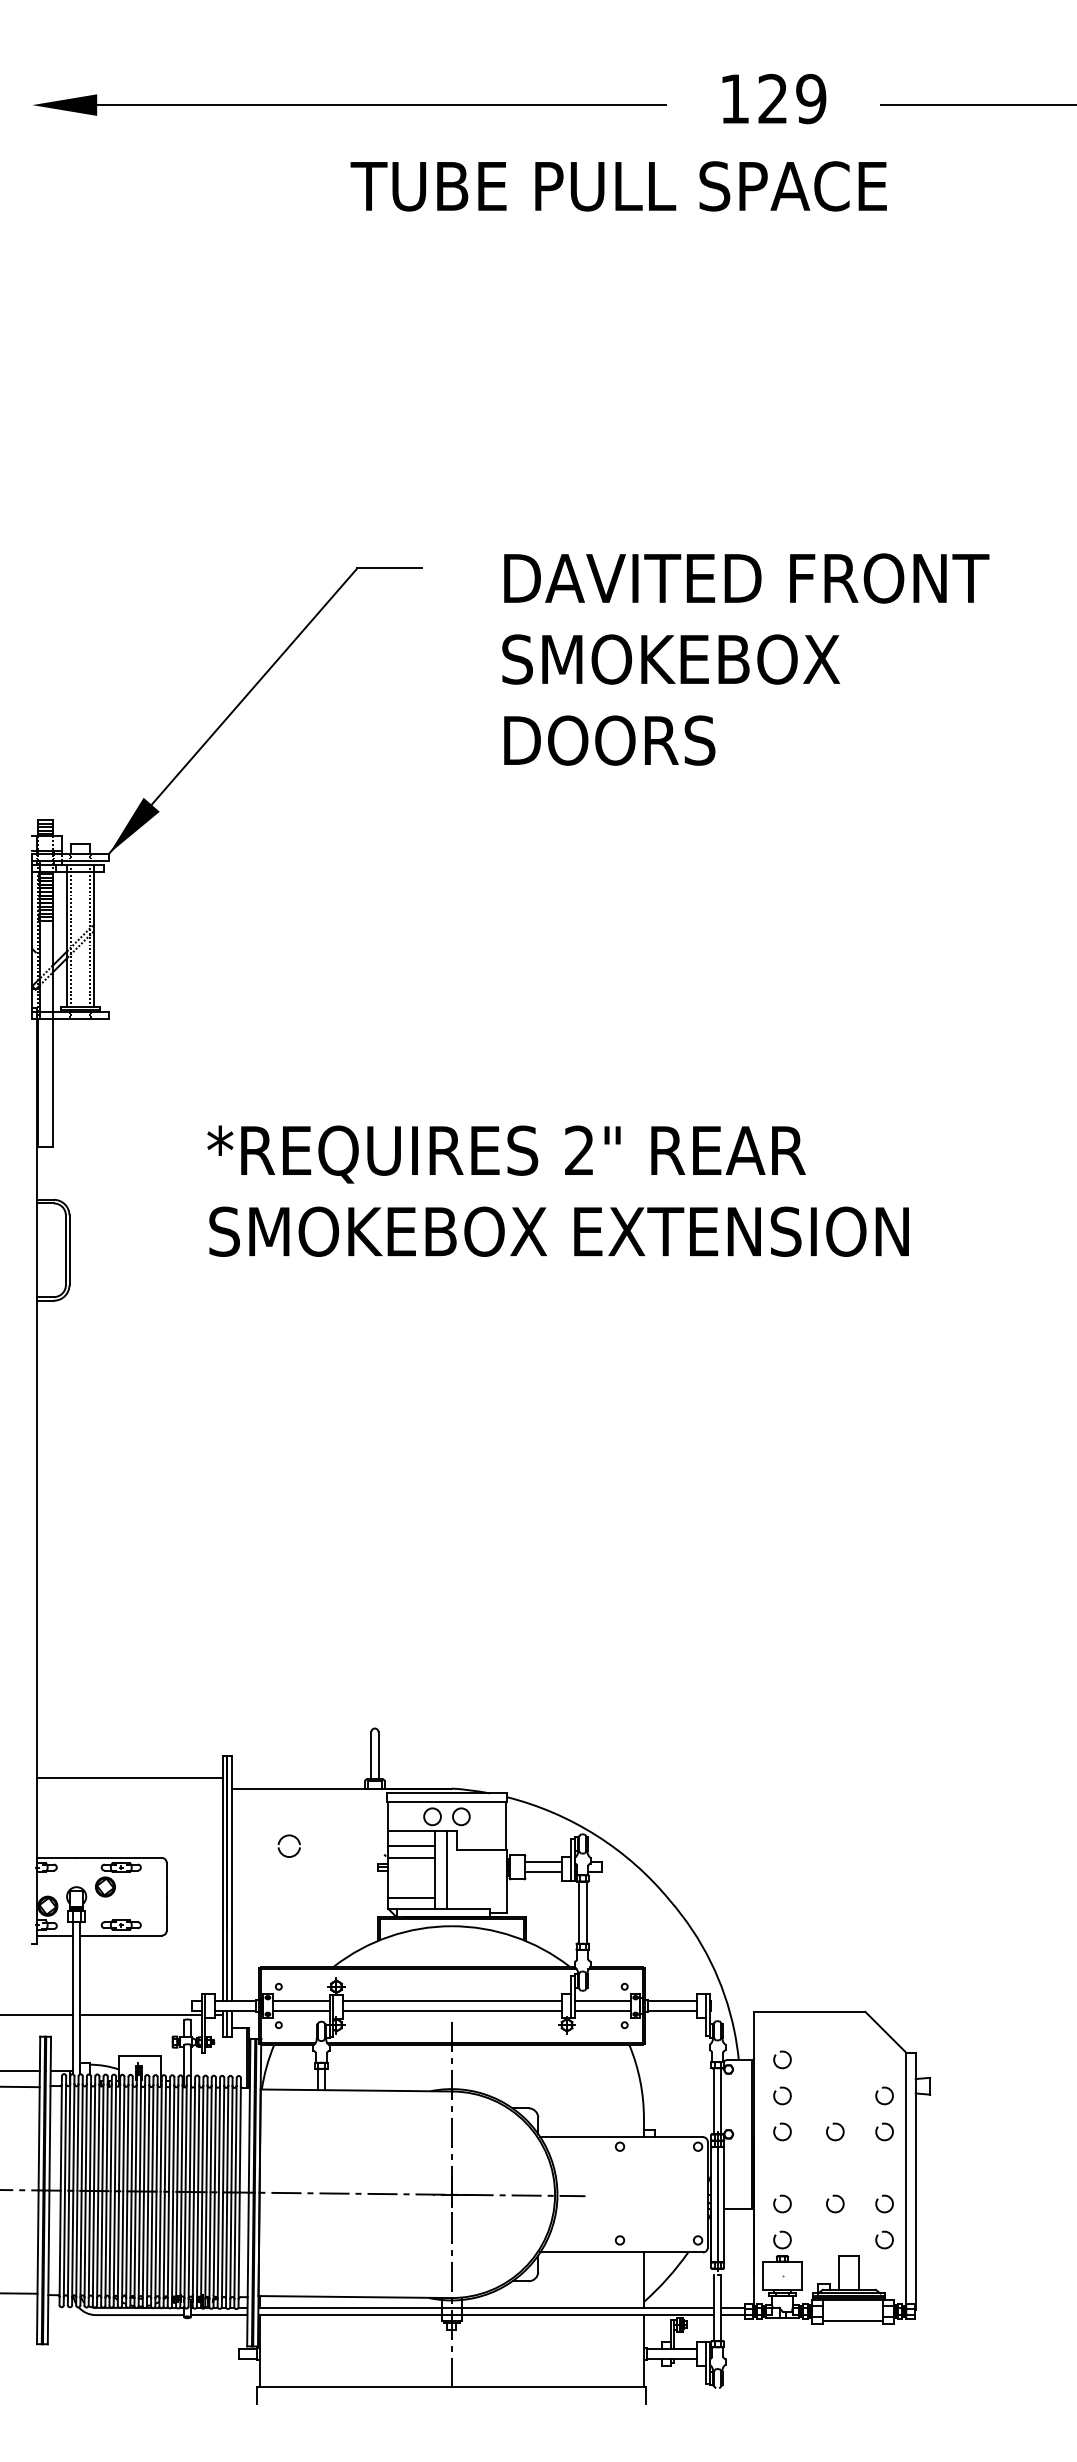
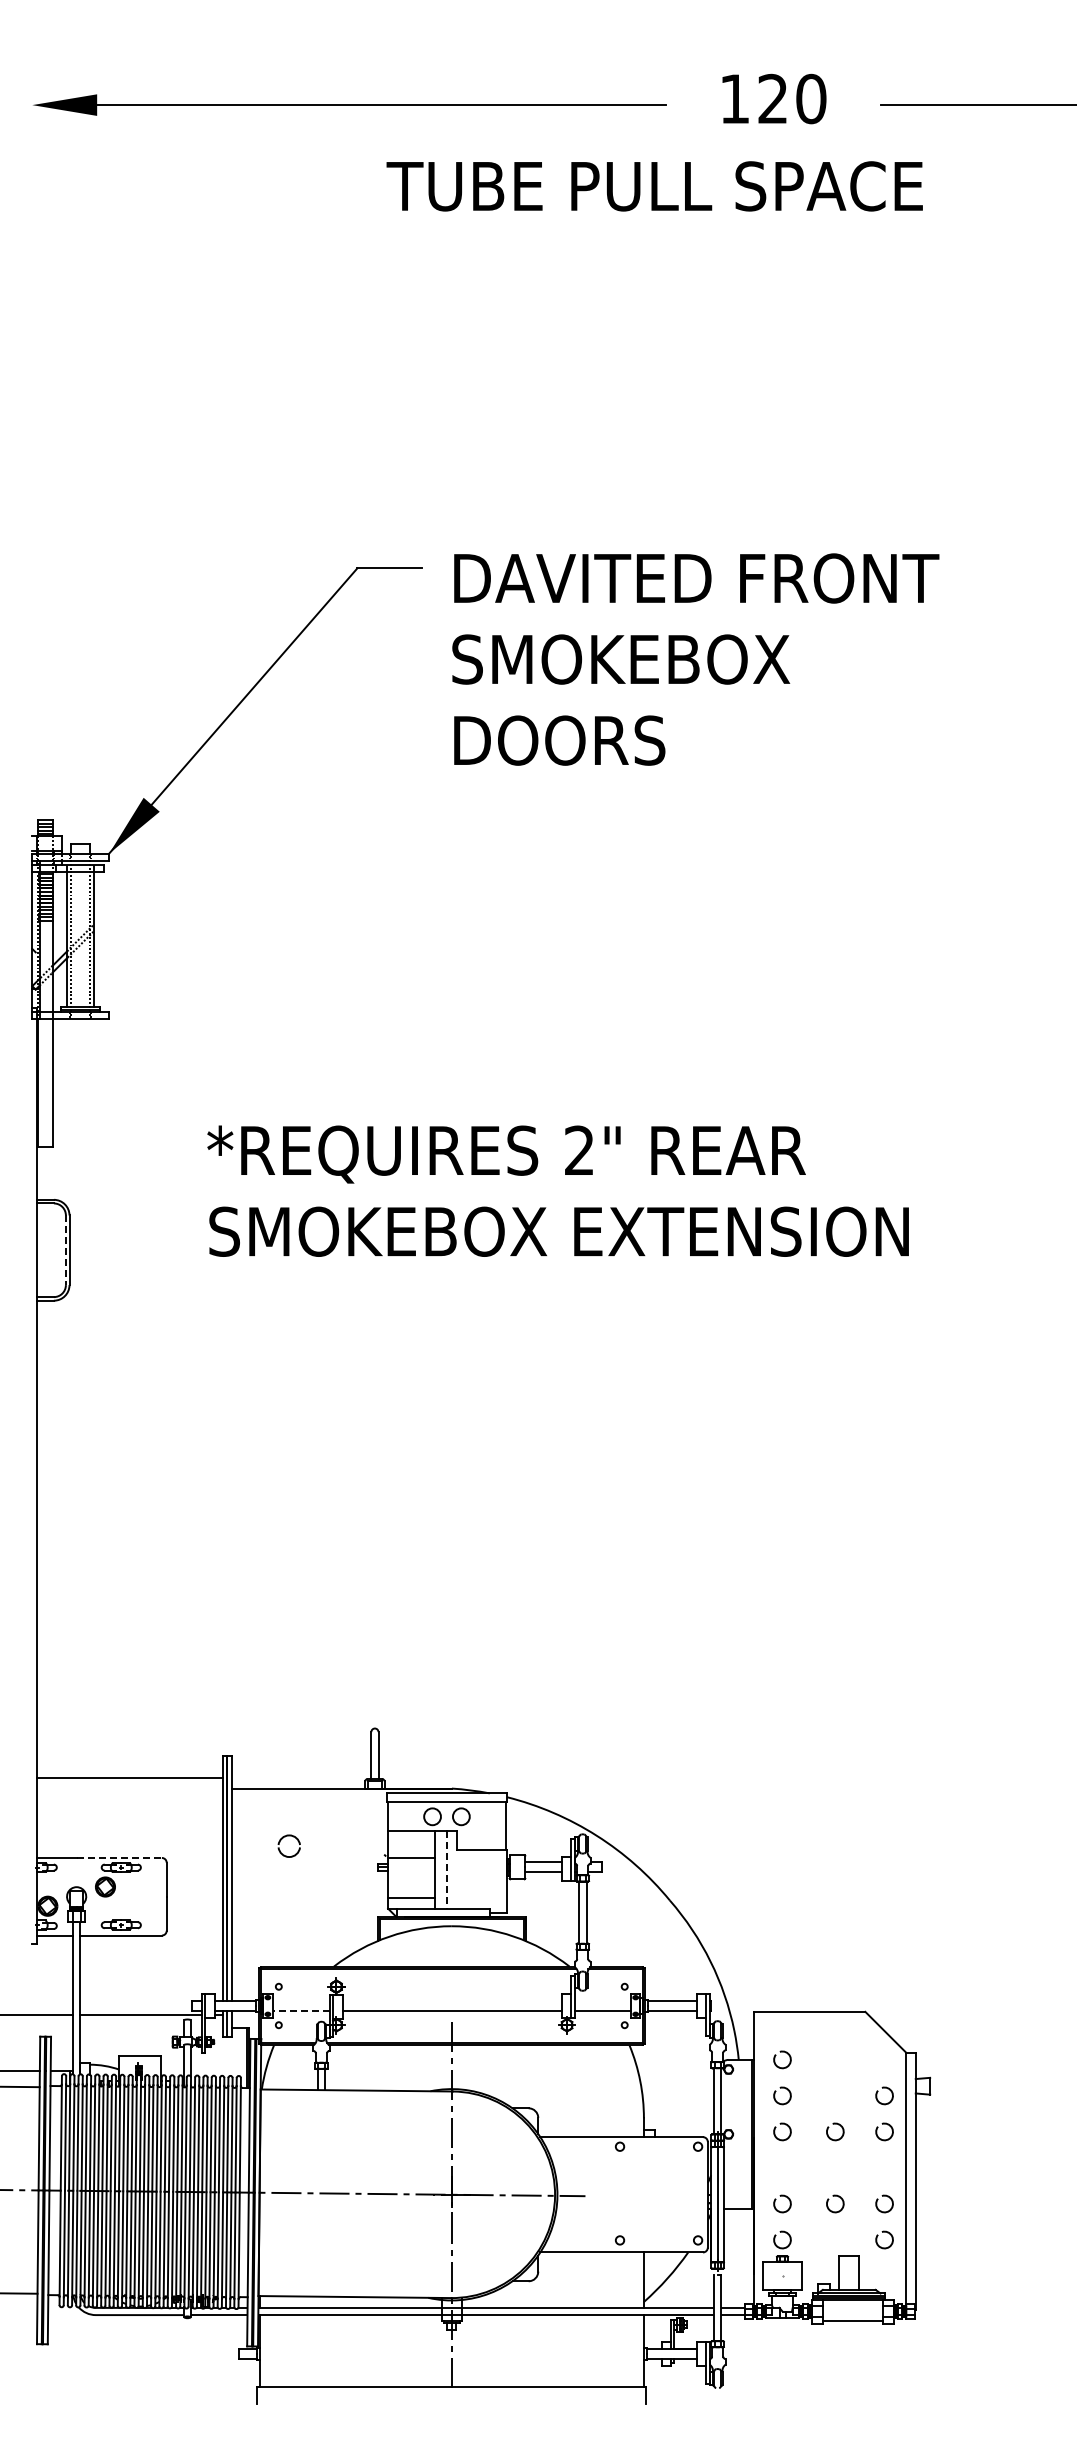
text at (811, 99): 129 -> 120
text at (618, 186) position: (618, 186) -> (654, 186)
text at (745, 659) position: (745, 659) -> (695, 659)
line at (65, 1250): solid -> dashed
line at (411, 1845): present -> none
line at (119, 1857): solid -> dashed
line at (446, 1869): solid -> dashed
line at (300, 2001): present -> none
line at (451, 2001): present -> none
line at (602, 2001): present -> none
line at (300, 2010): solid -> dashed
